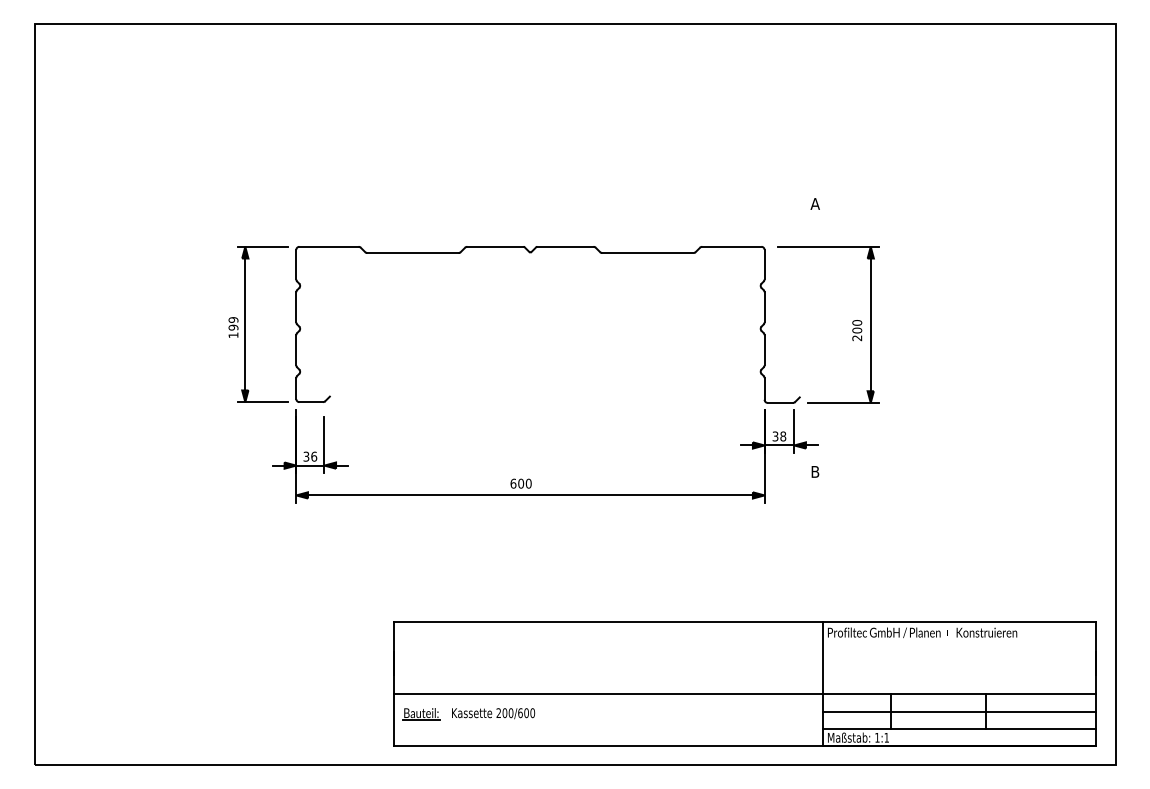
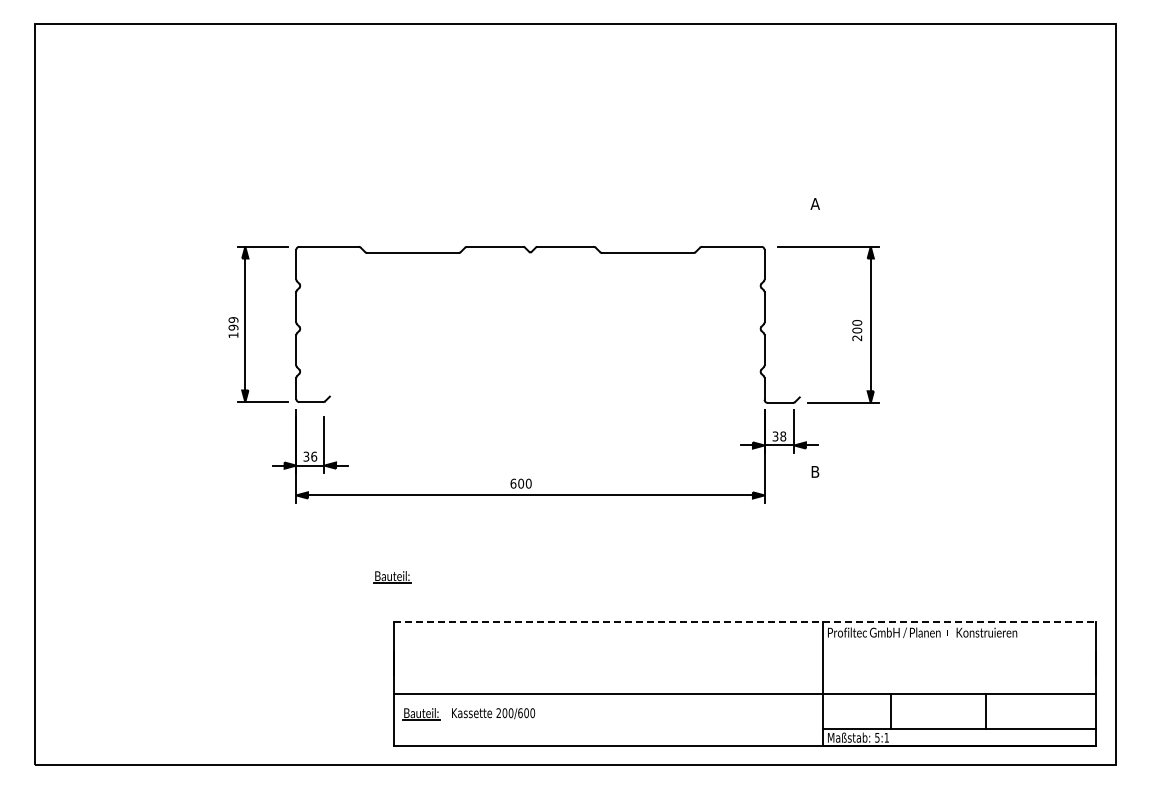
part at (392, 577): none -> present
line at (745, 621): solid -> dashed
line at (959, 712): present -> none
text at (877, 737): 1:1 -> 5:1
